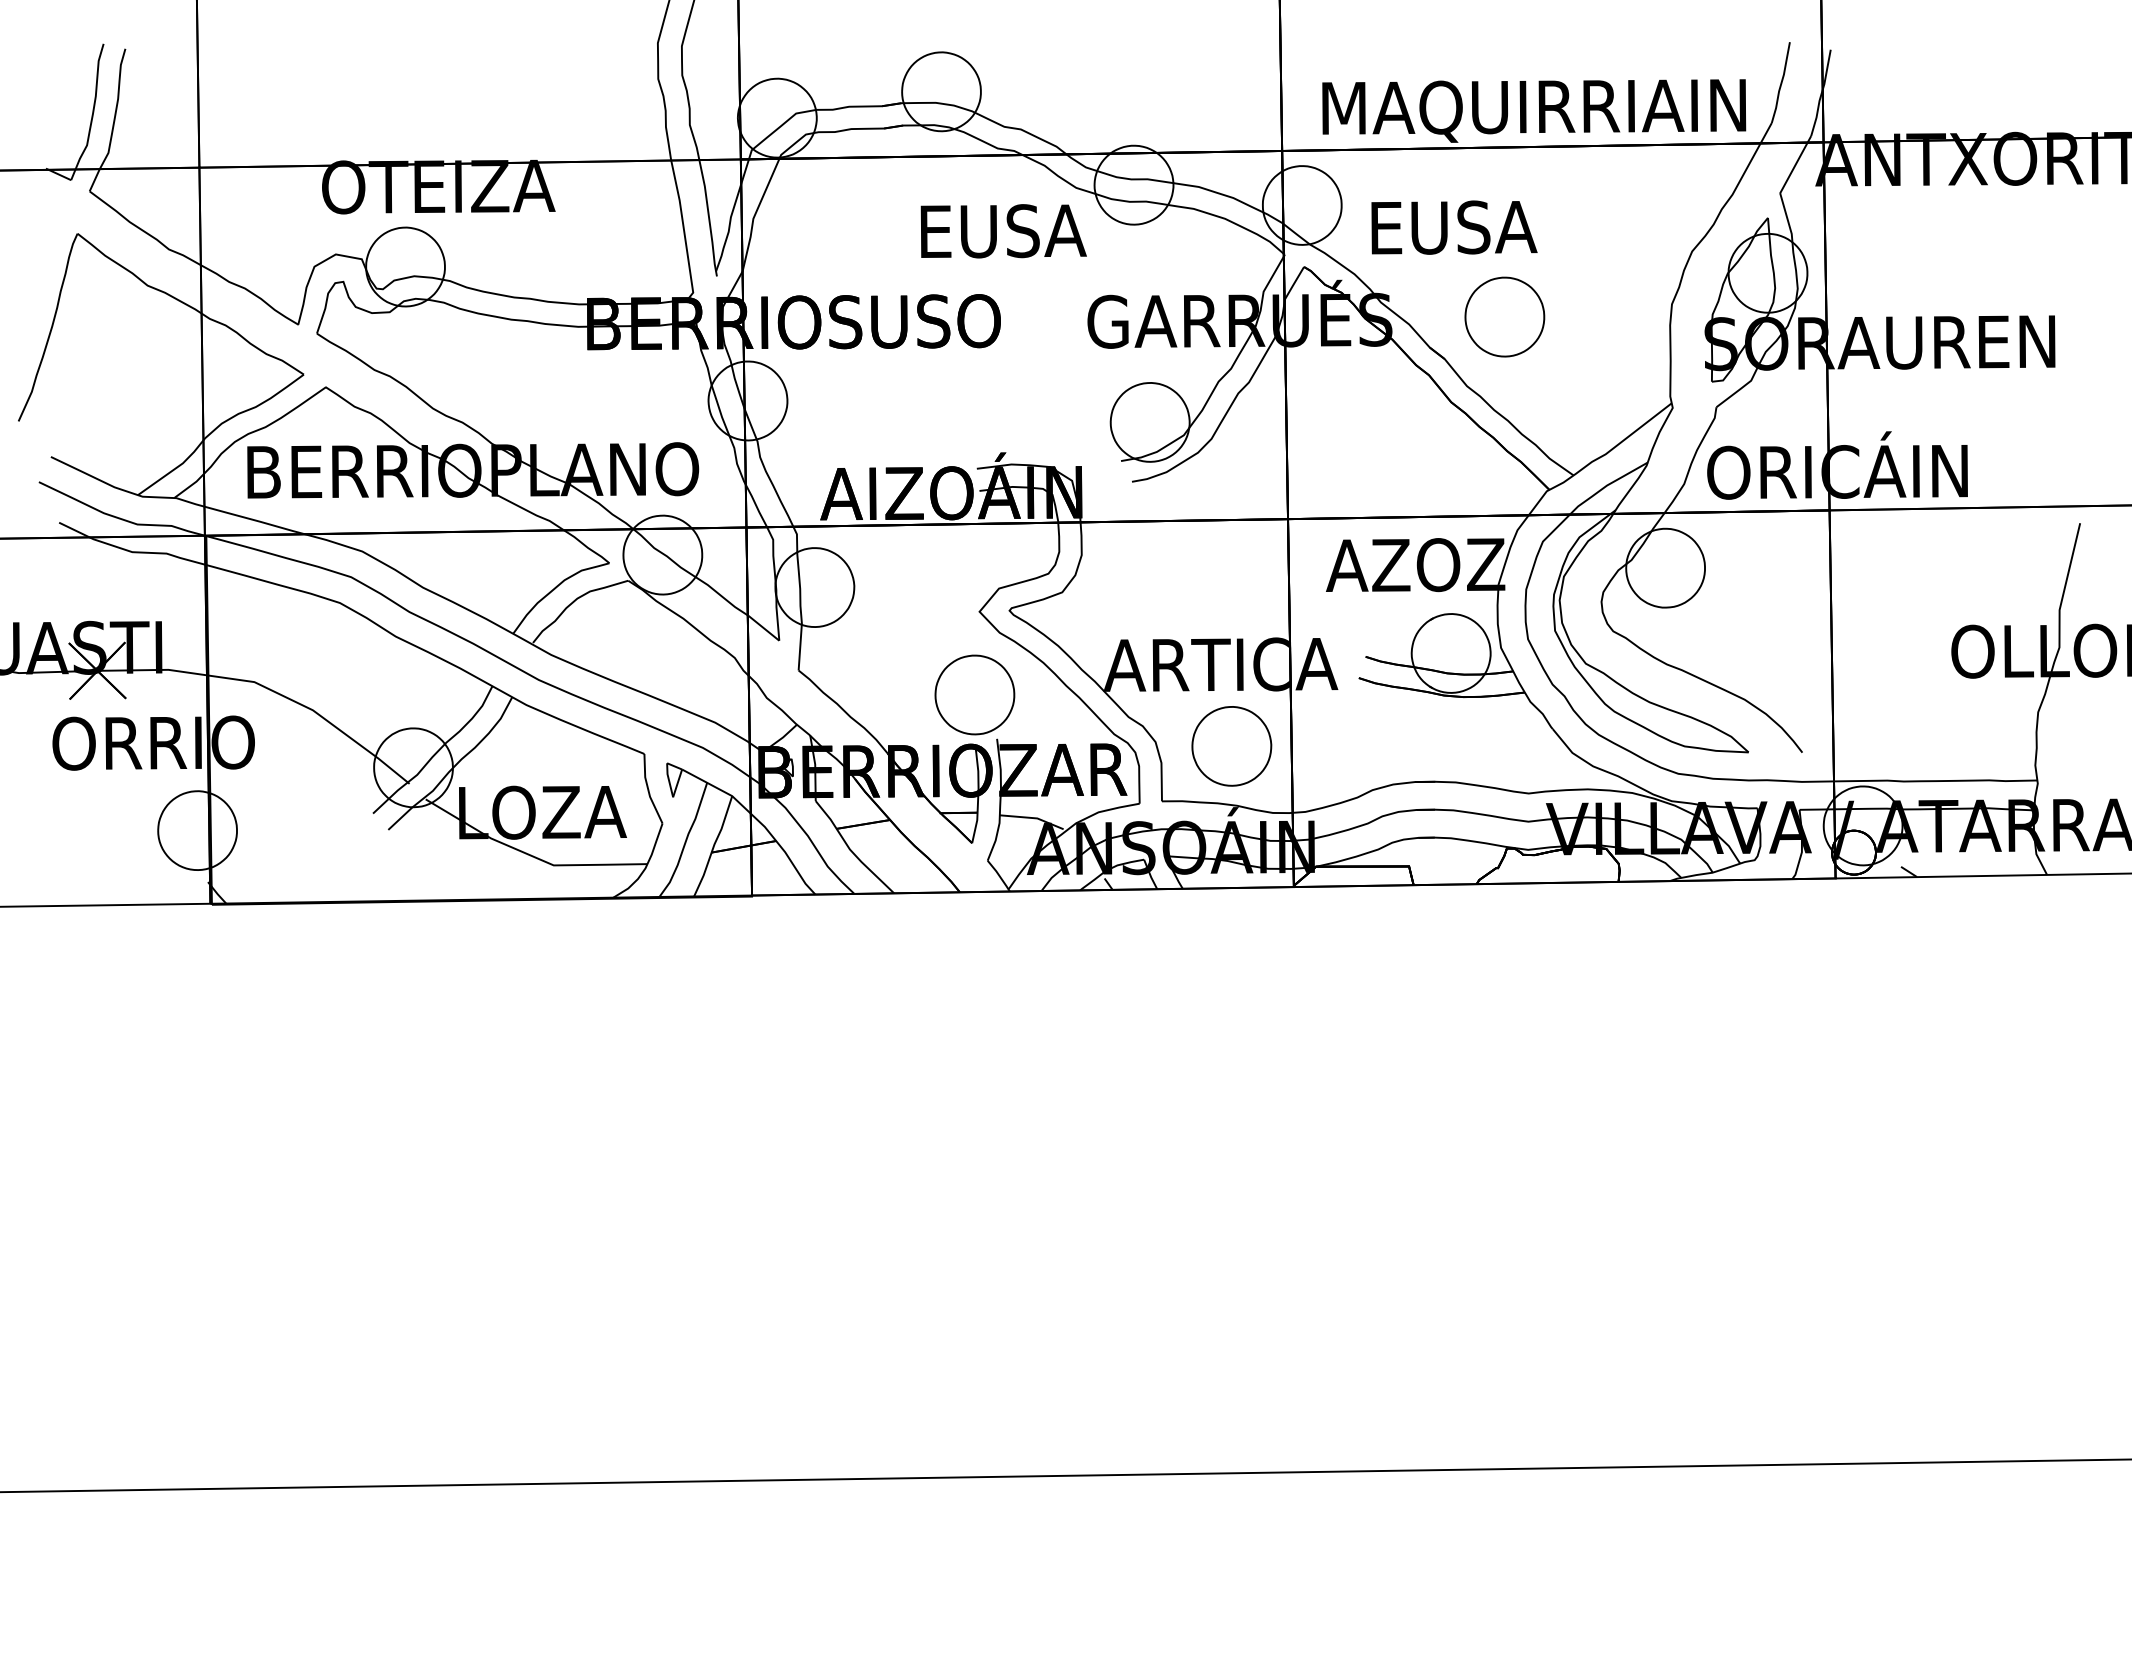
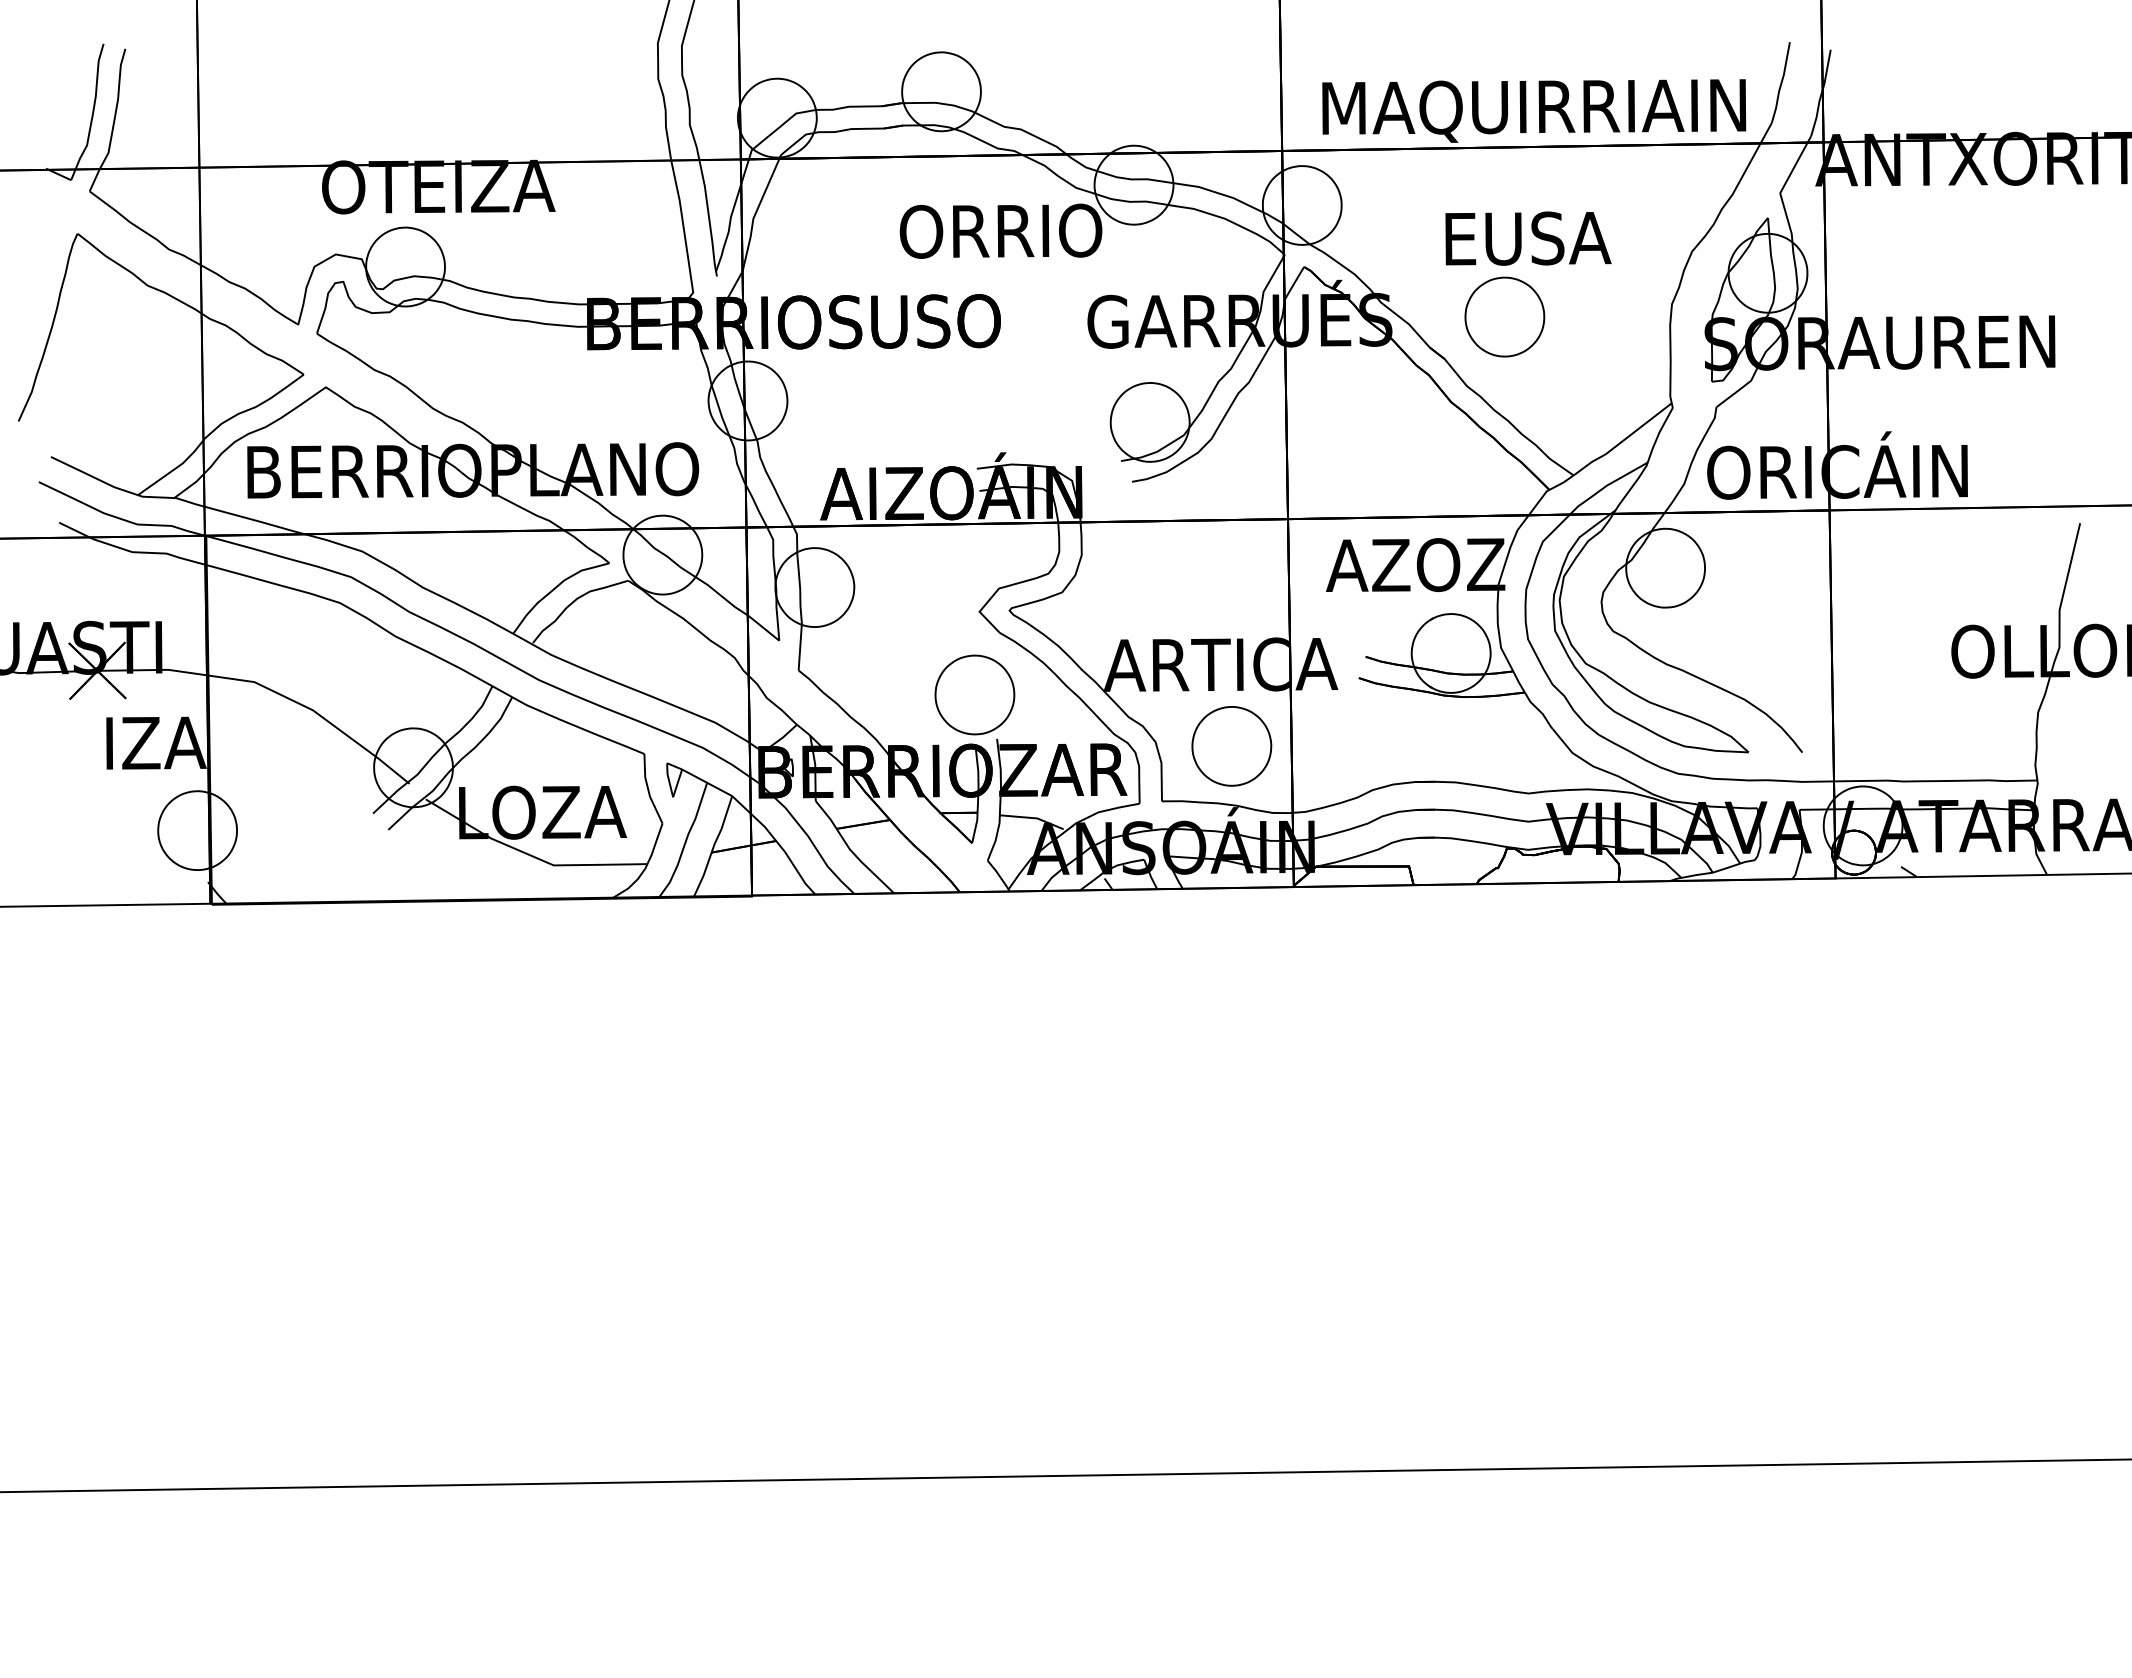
text at (1454, 227) position: (1454, 227) -> (1528, 238)
text at (1000, 230): EUSA -> ORRIO
text at (153, 742): ORRIO -> IZA
